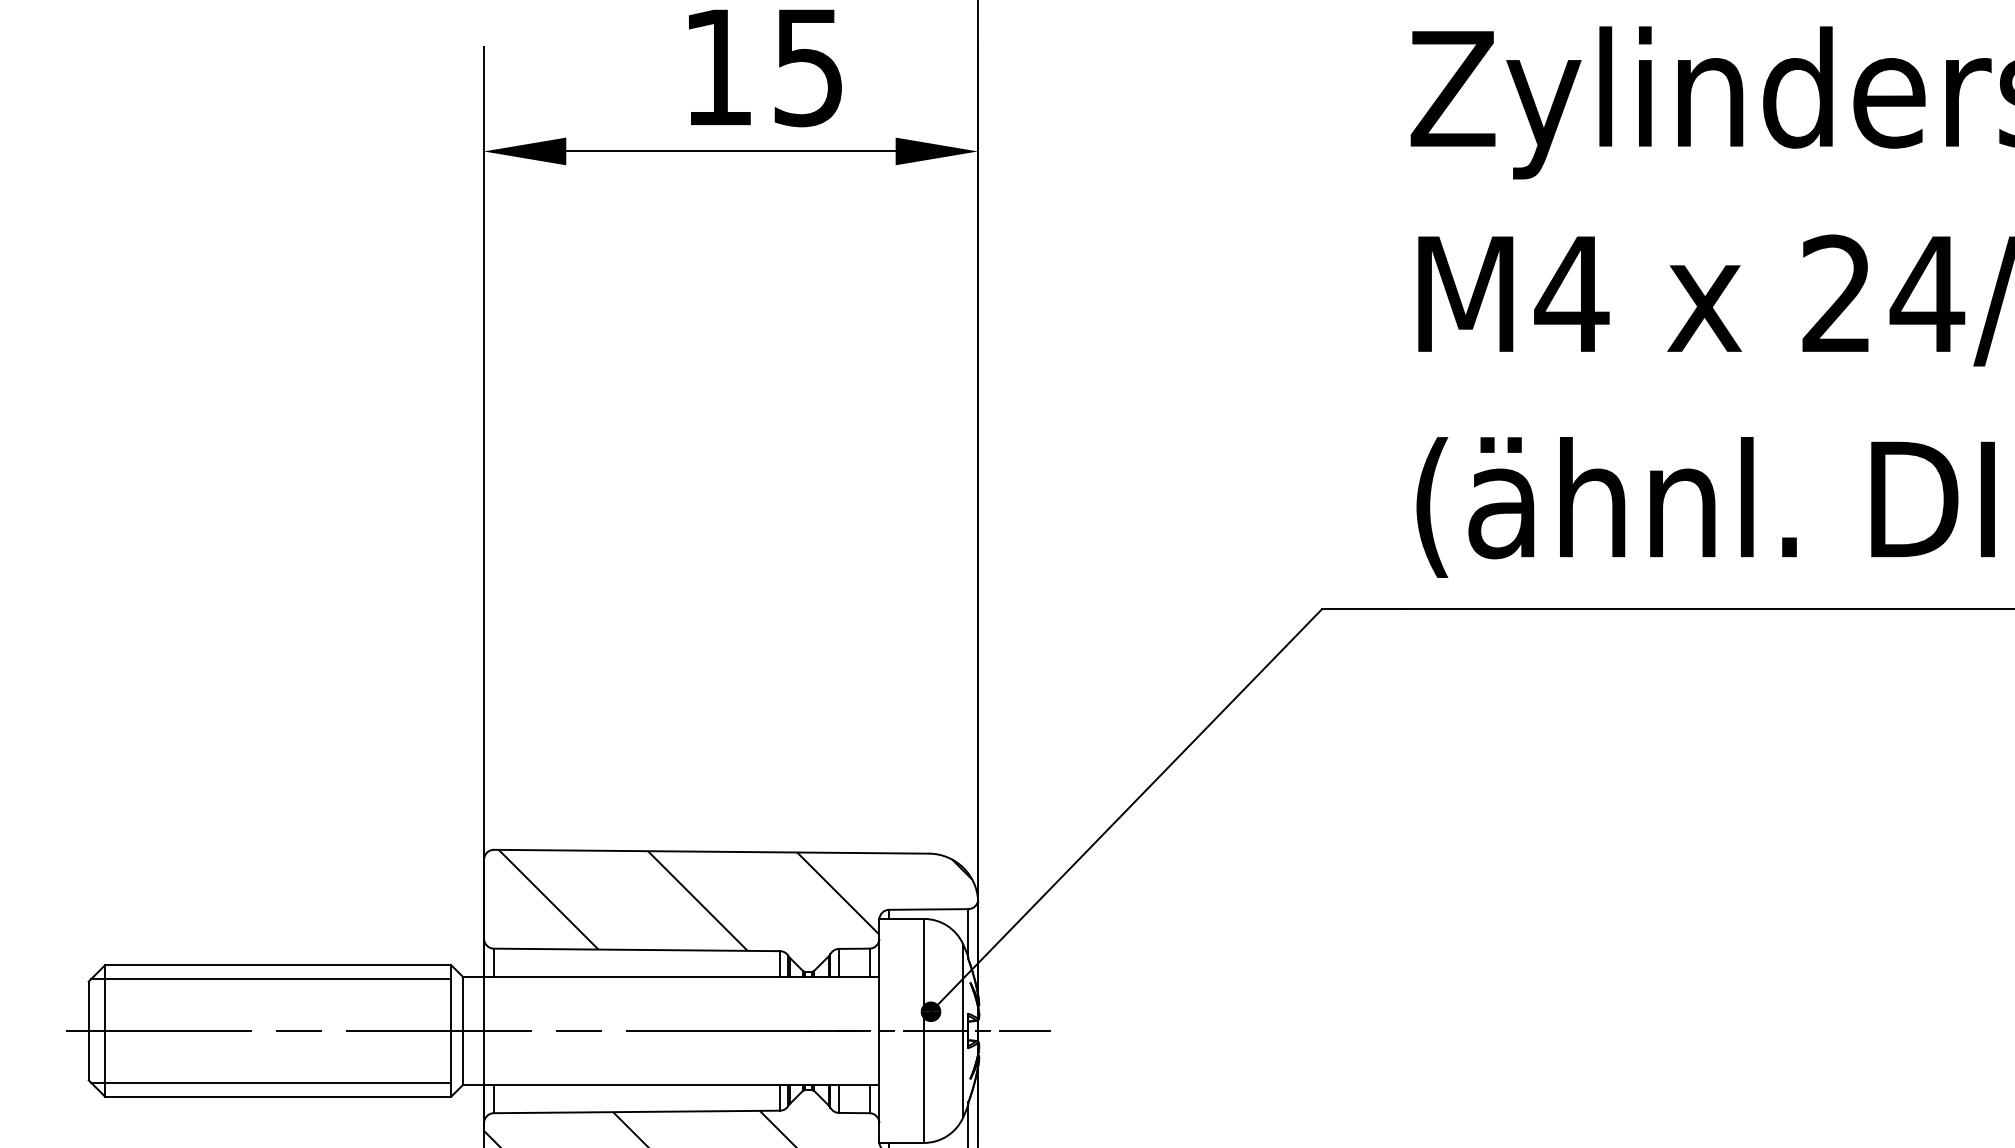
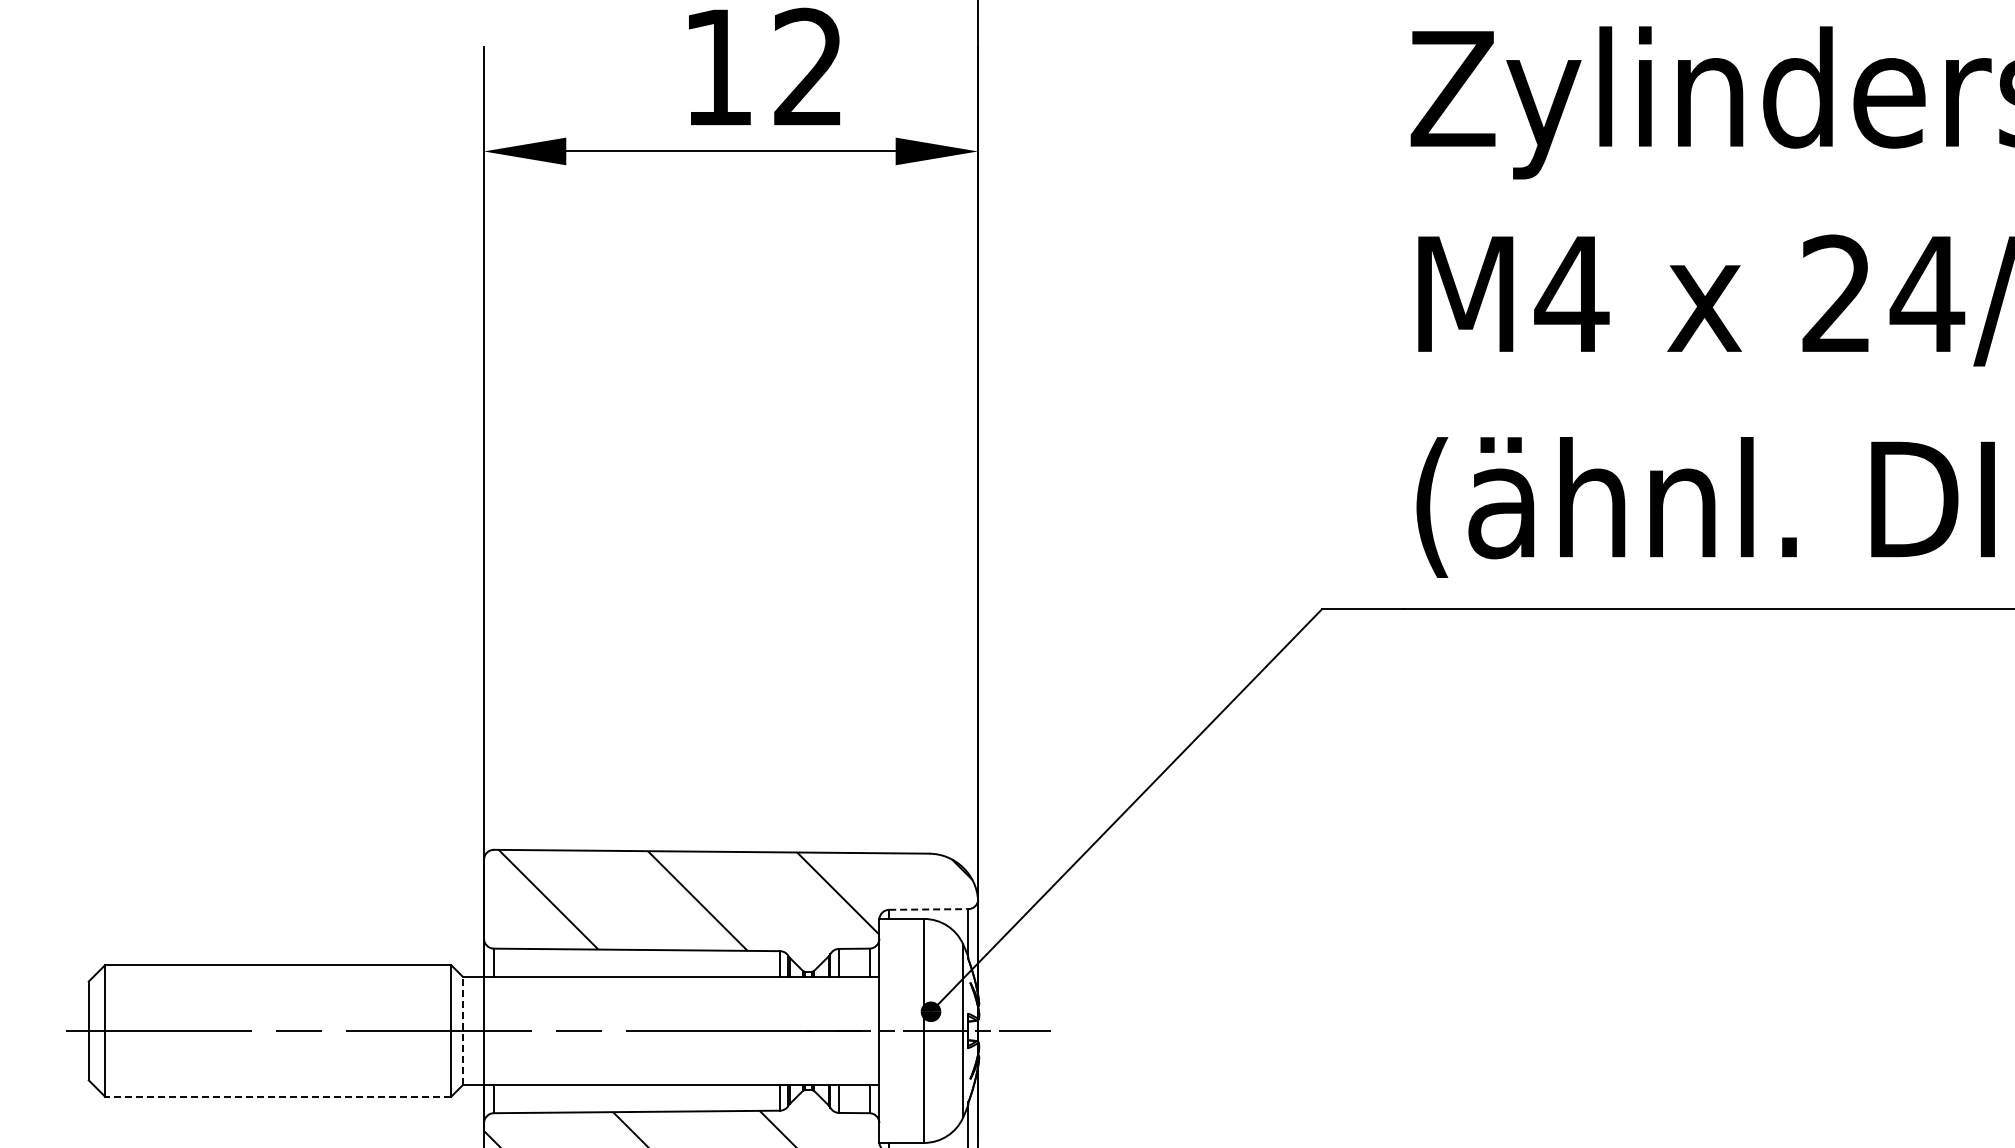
text at (807, 67): 15 -> 12
line at (928, 909): solid -> dashed
line at (271, 978): present -> none
line at (462, 1030): solid -> dashed
line at (271, 1083): present -> none
line at (278, 1096): solid -> dashed
